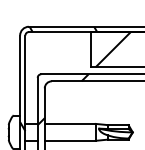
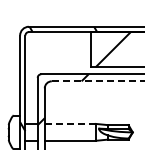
line at (98, 81): solid -> dashed
line at (70, 123): solid -> dashed
